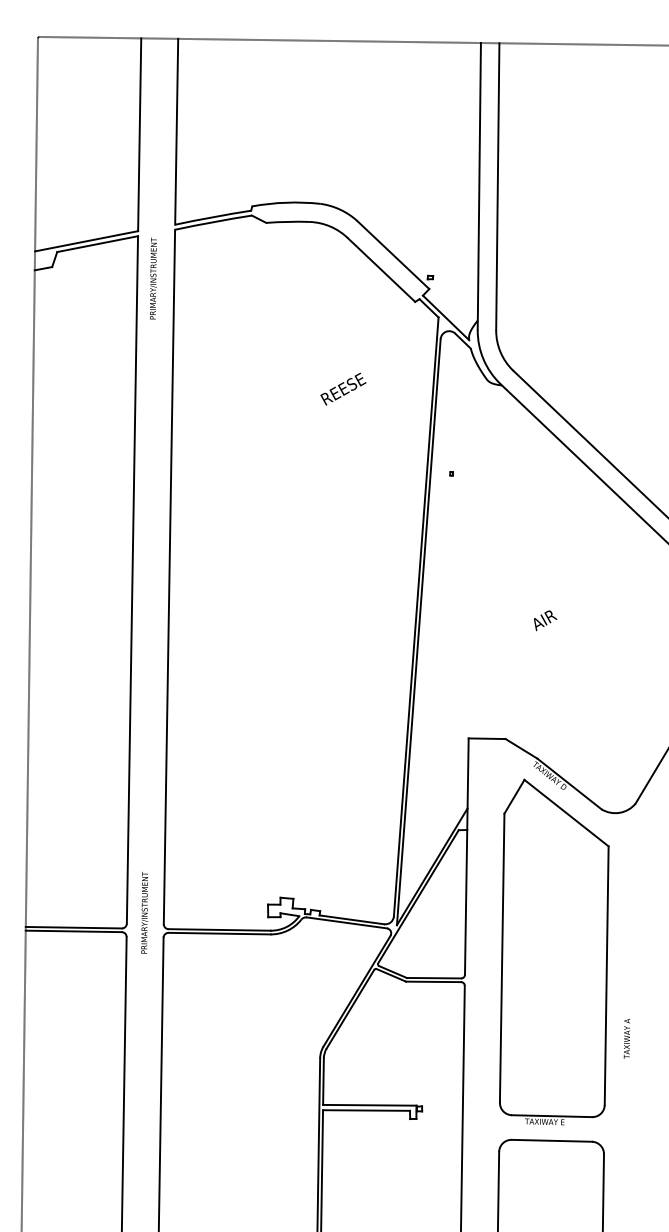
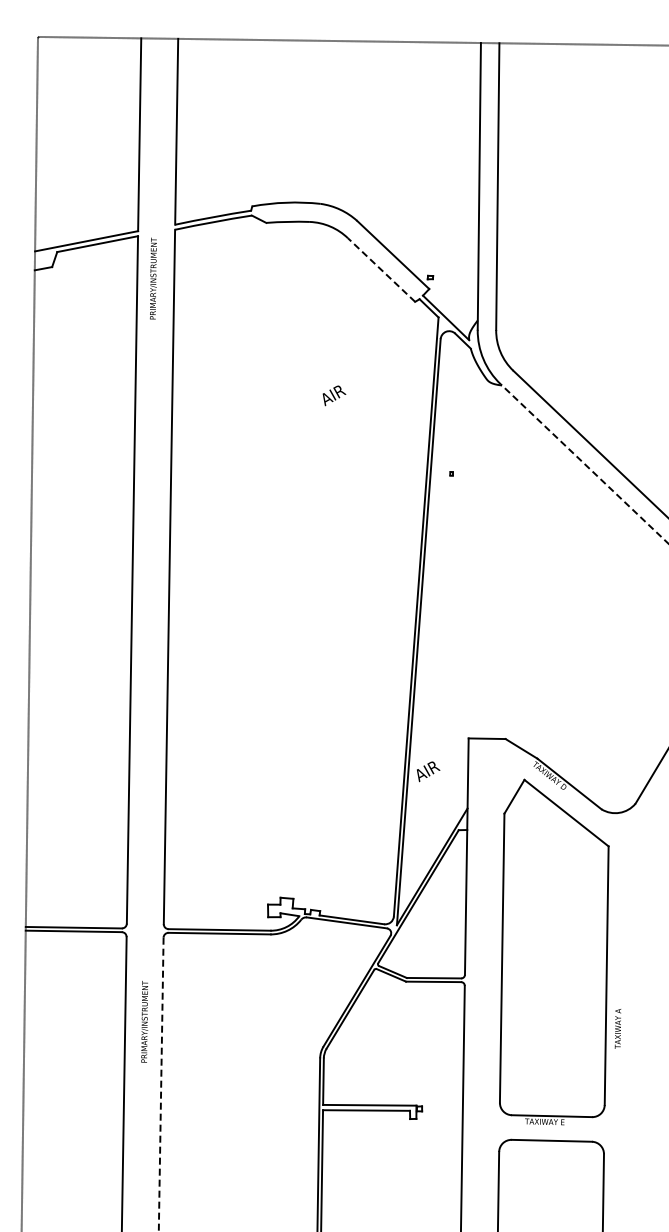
line at (381, 269): solid -> dashed
text at (343, 389): REESE -> AIR
line at (584, 464): solid -> dashed
text at (545, 620) position: (545, 620) -> (428, 771)
text at (144, 912) position: (144, 912) -> (144, 1021)
text at (626, 1038) position: (626, 1038) -> (617, 1028)
line at (161, 1084): solid -> dashed
